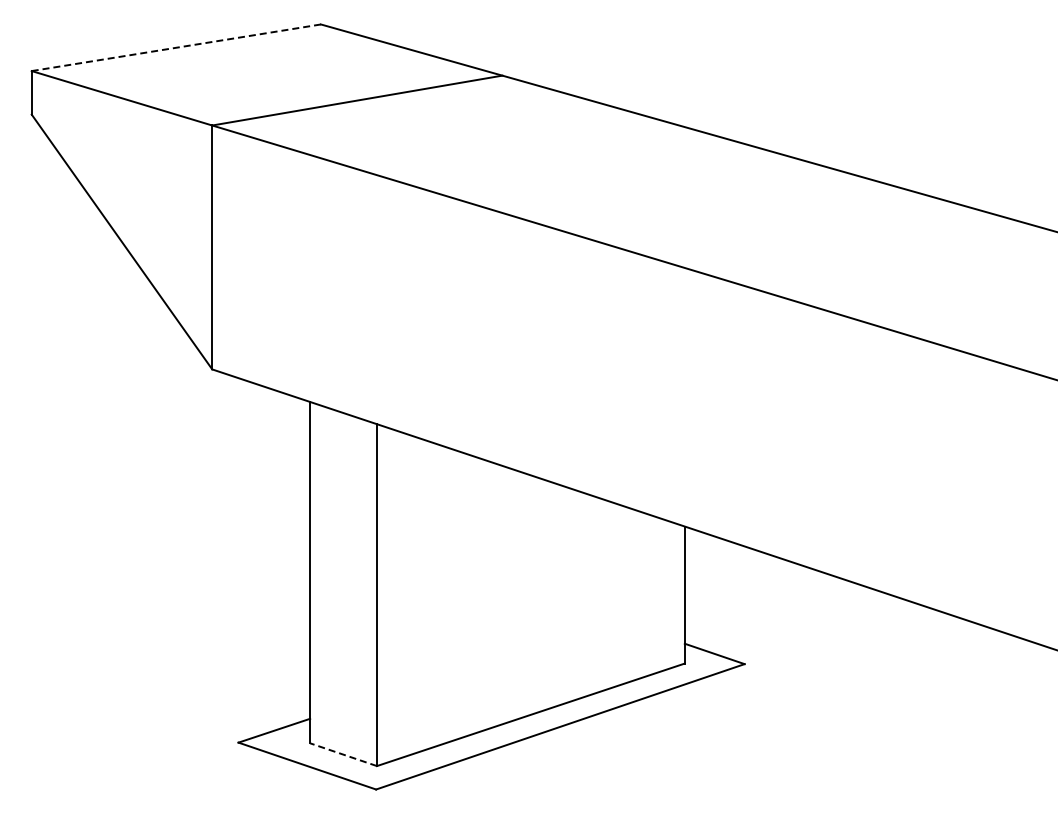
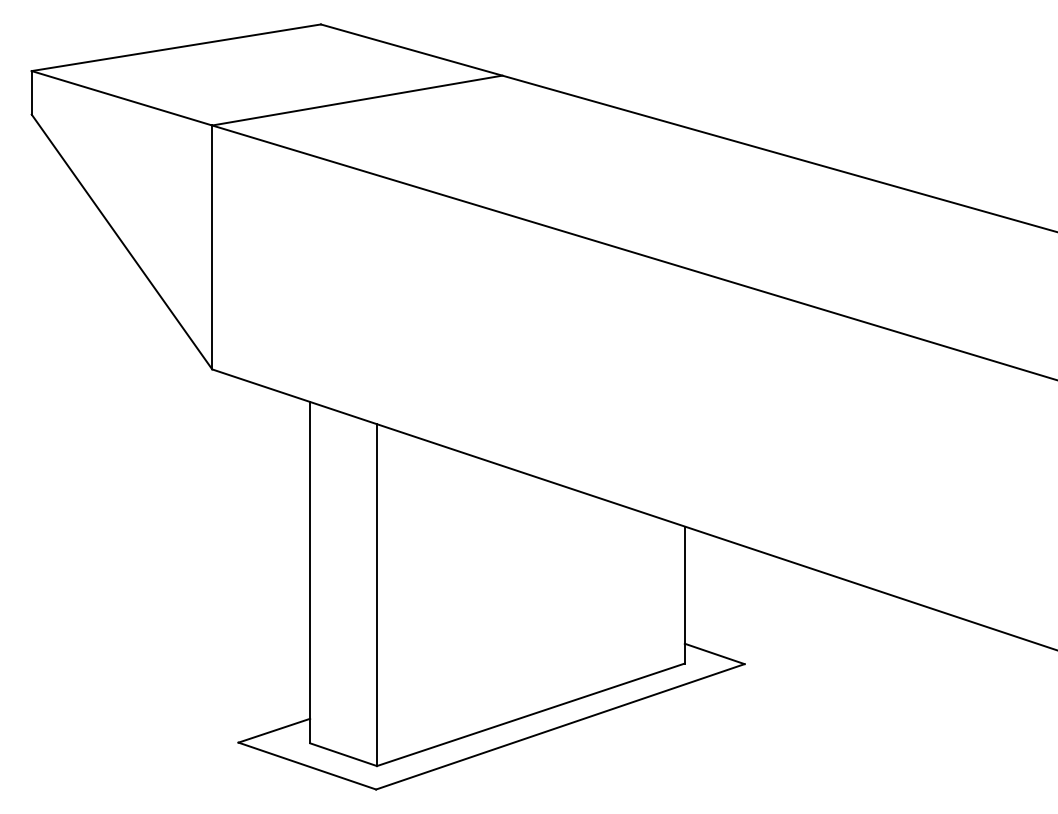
line at (175, 47): dashed -> solid
line at (343, 754): dashed -> solid
